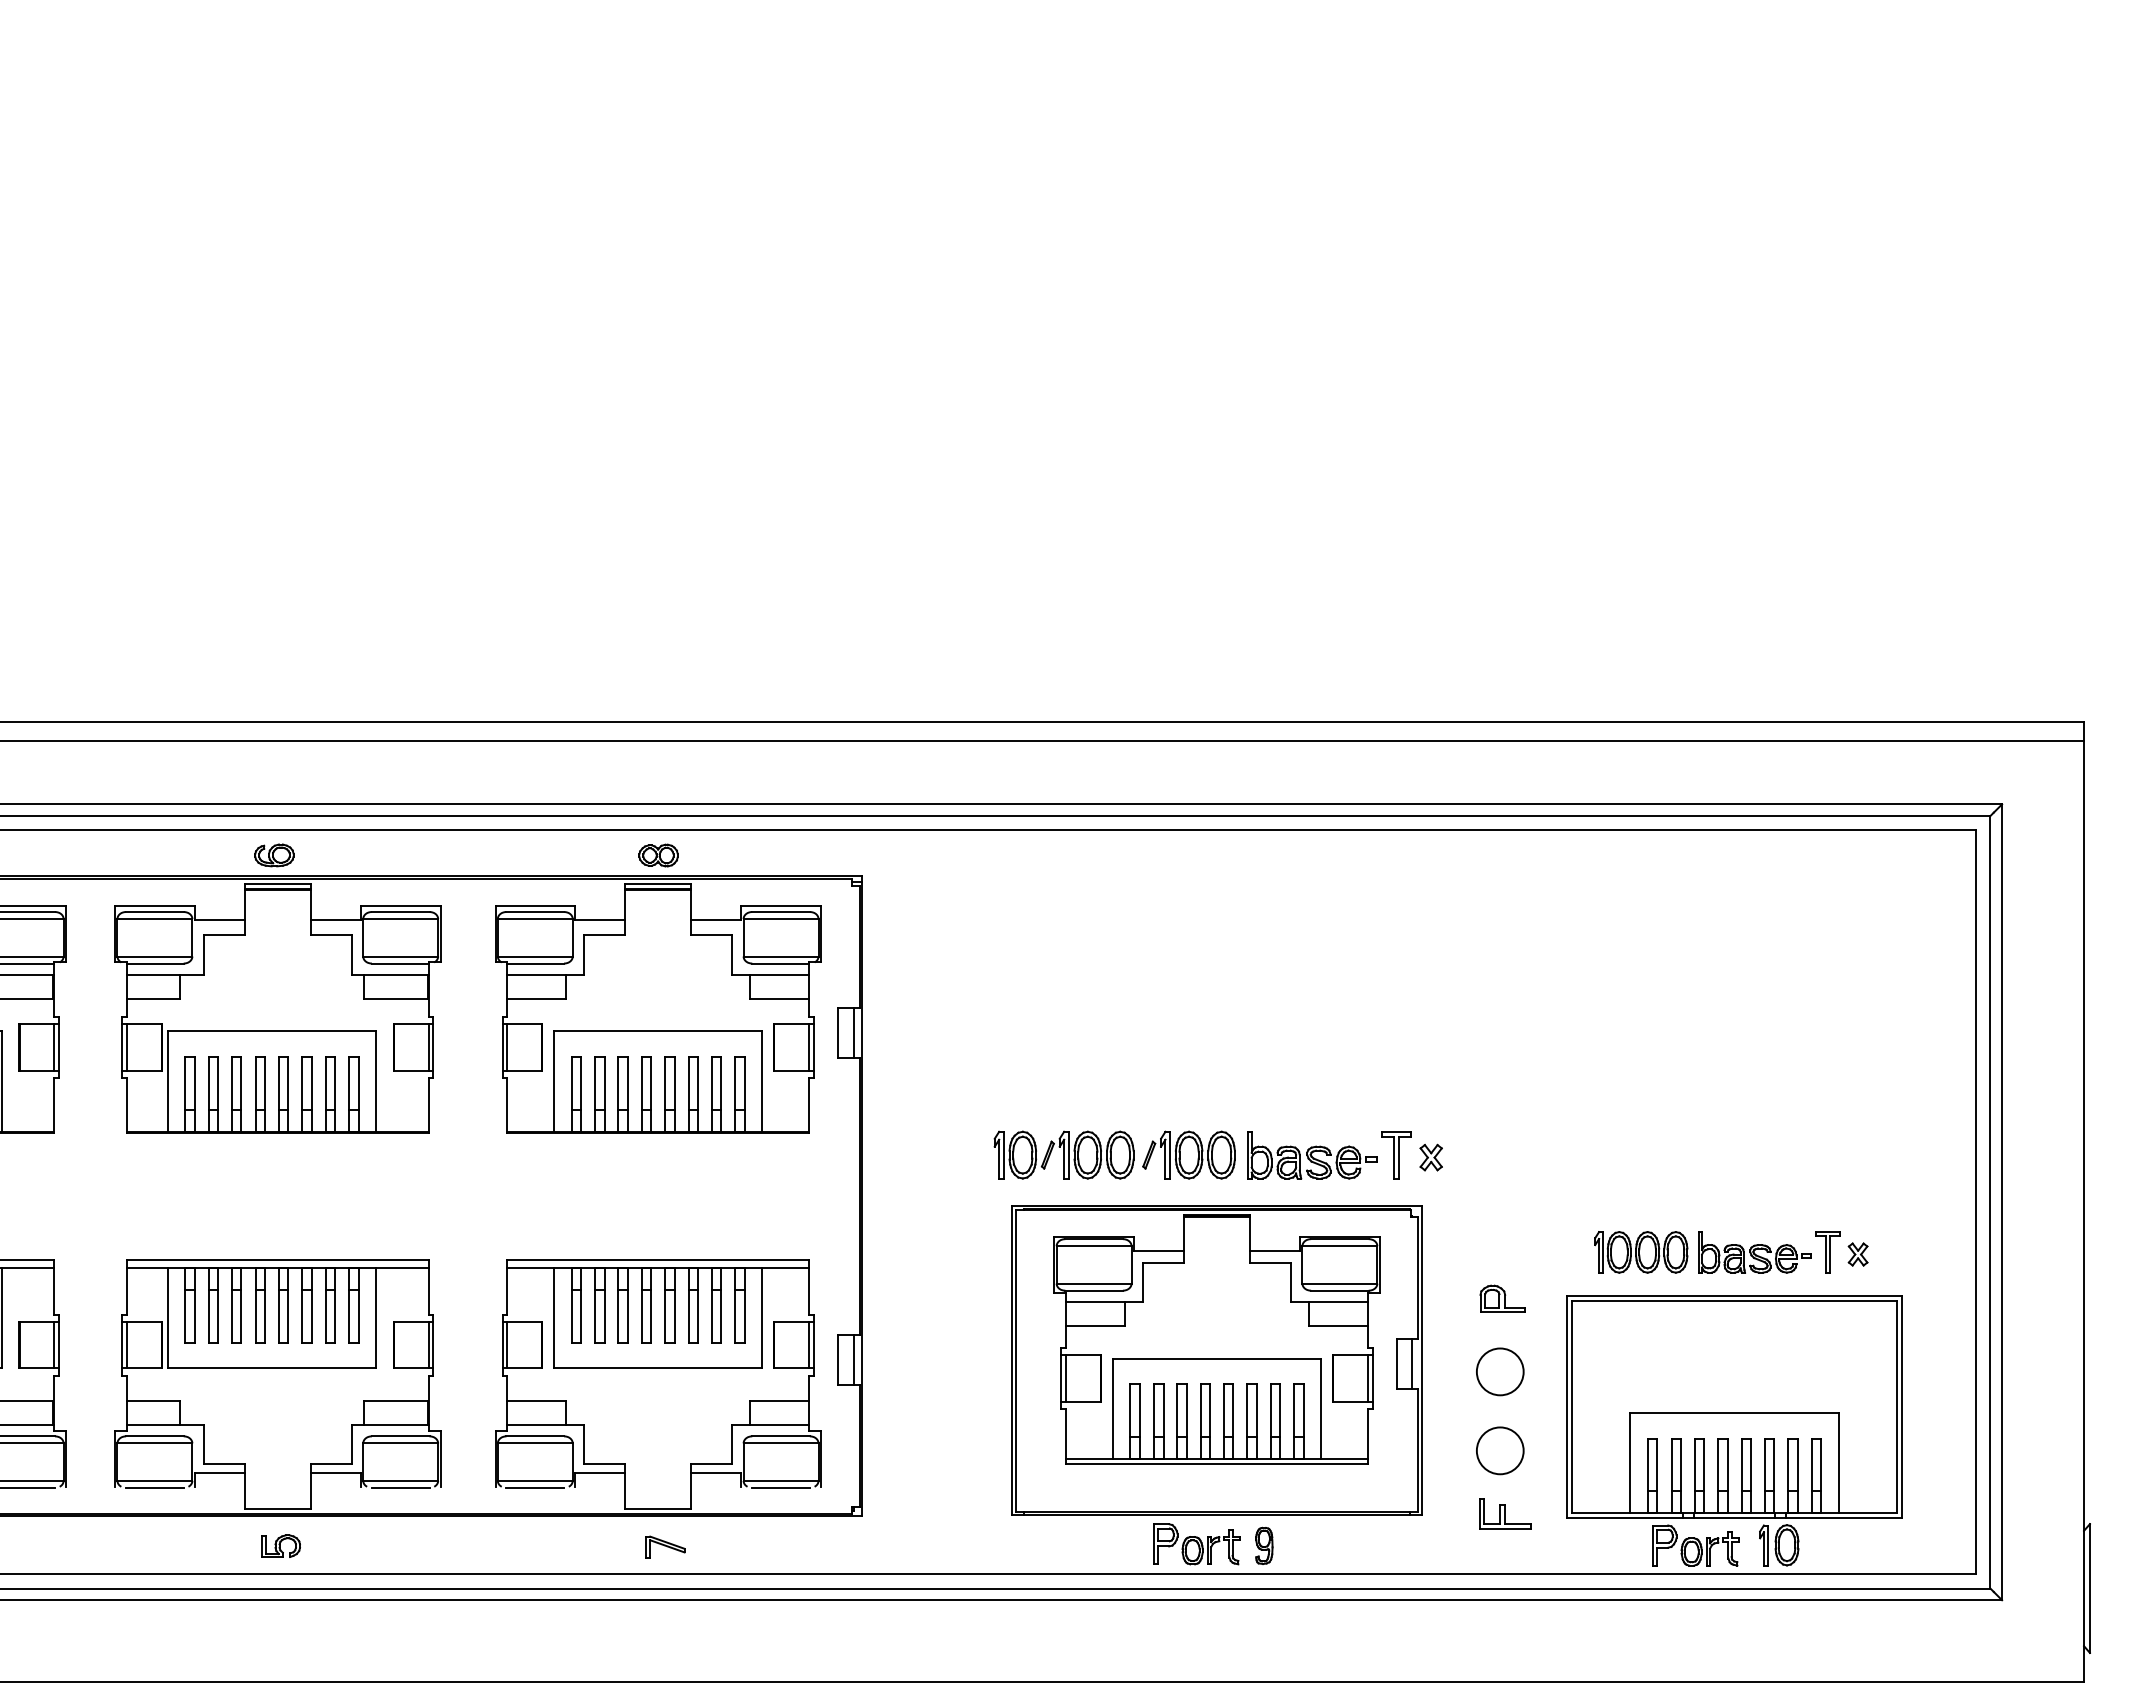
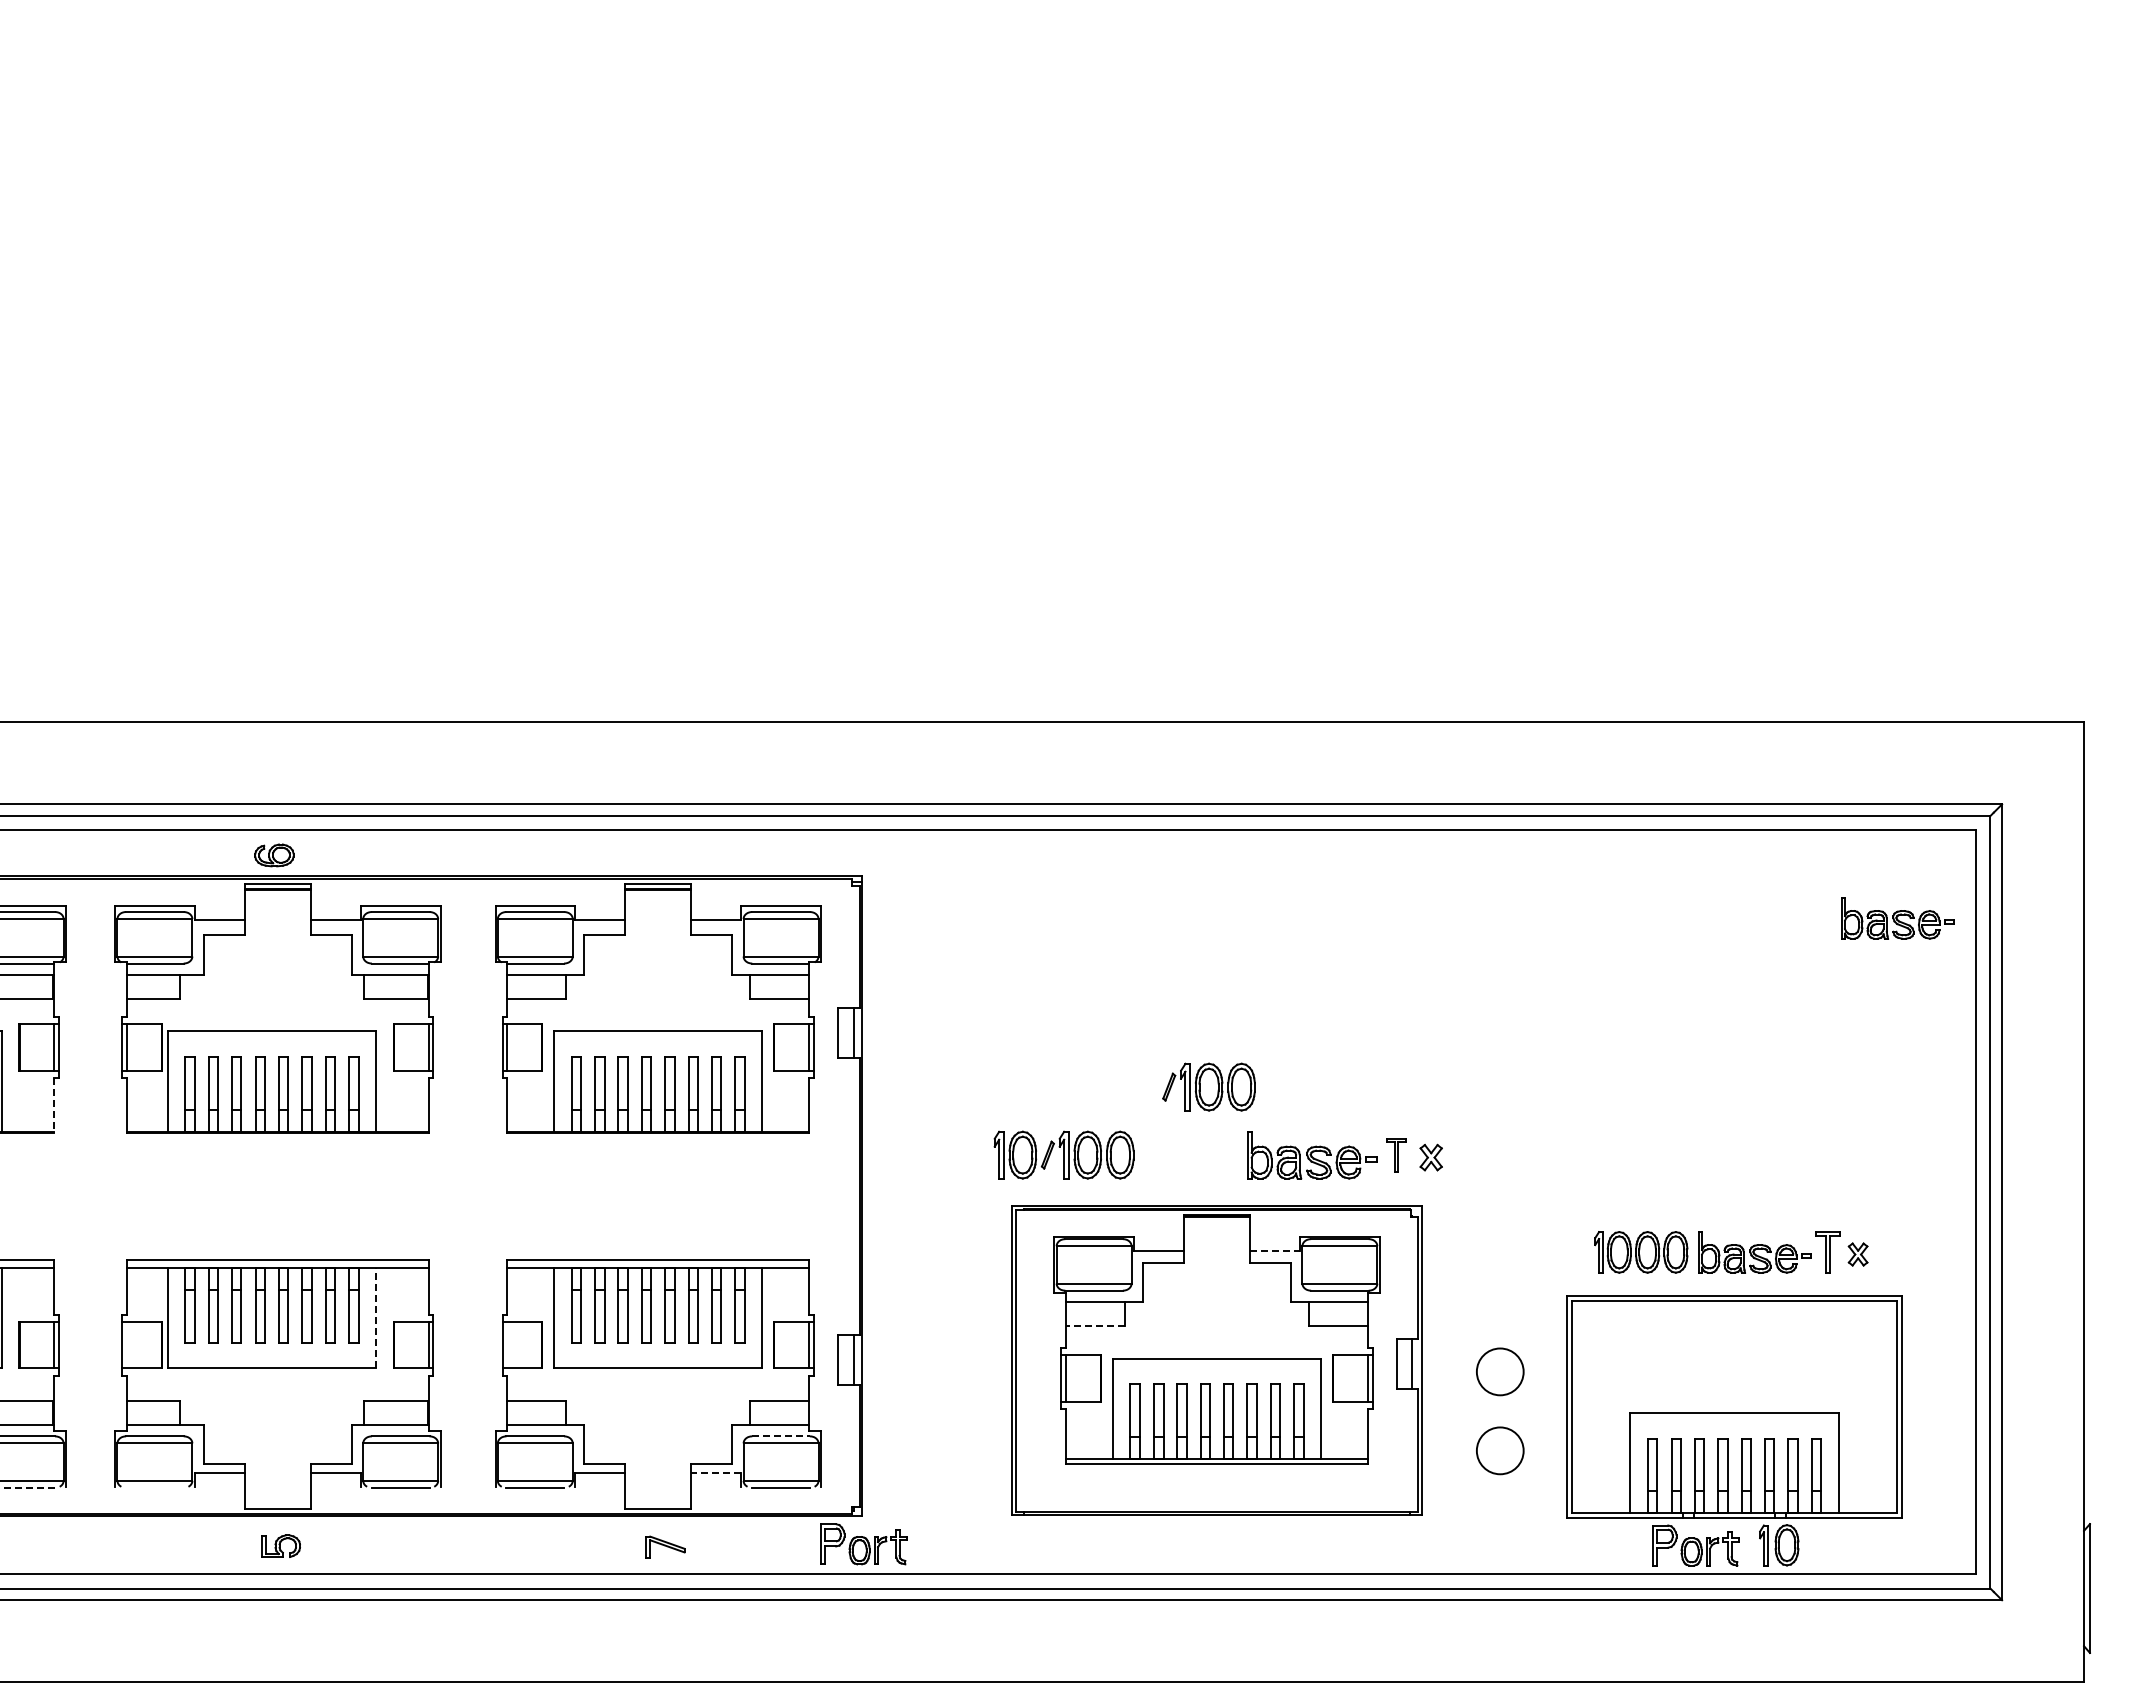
line at (1043, 741): present -> none
part at (658, 855): present -> none
part at (1897, 918): none -> present
line at (54, 1105): solid -> dashed
part at (1188, 1154) position: (1188, 1154) -> (1208, 1086)
part at (1396, 1155) size: 31x49 px -> 21x35 px
line at (1275, 1250): solid -> dashed
part at (1502, 1298): present -> none
line at (376, 1317): solid -> dashed
line at (1095, 1325): solid -> dashed
line at (126, 1344): present -> none
line at (507, 1344): present -> none
line at (781, 1436): solid -> dashed
line at (715, 1472): solid -> dashed
line at (27, 1487): solid -> dashed
line at (154, 1487): present -> none
part at (1505, 1513): present -> none
part at (1196, 1544) position: (1196, 1544) -> (863, 1544)
part at (1264, 1545): present -> none
